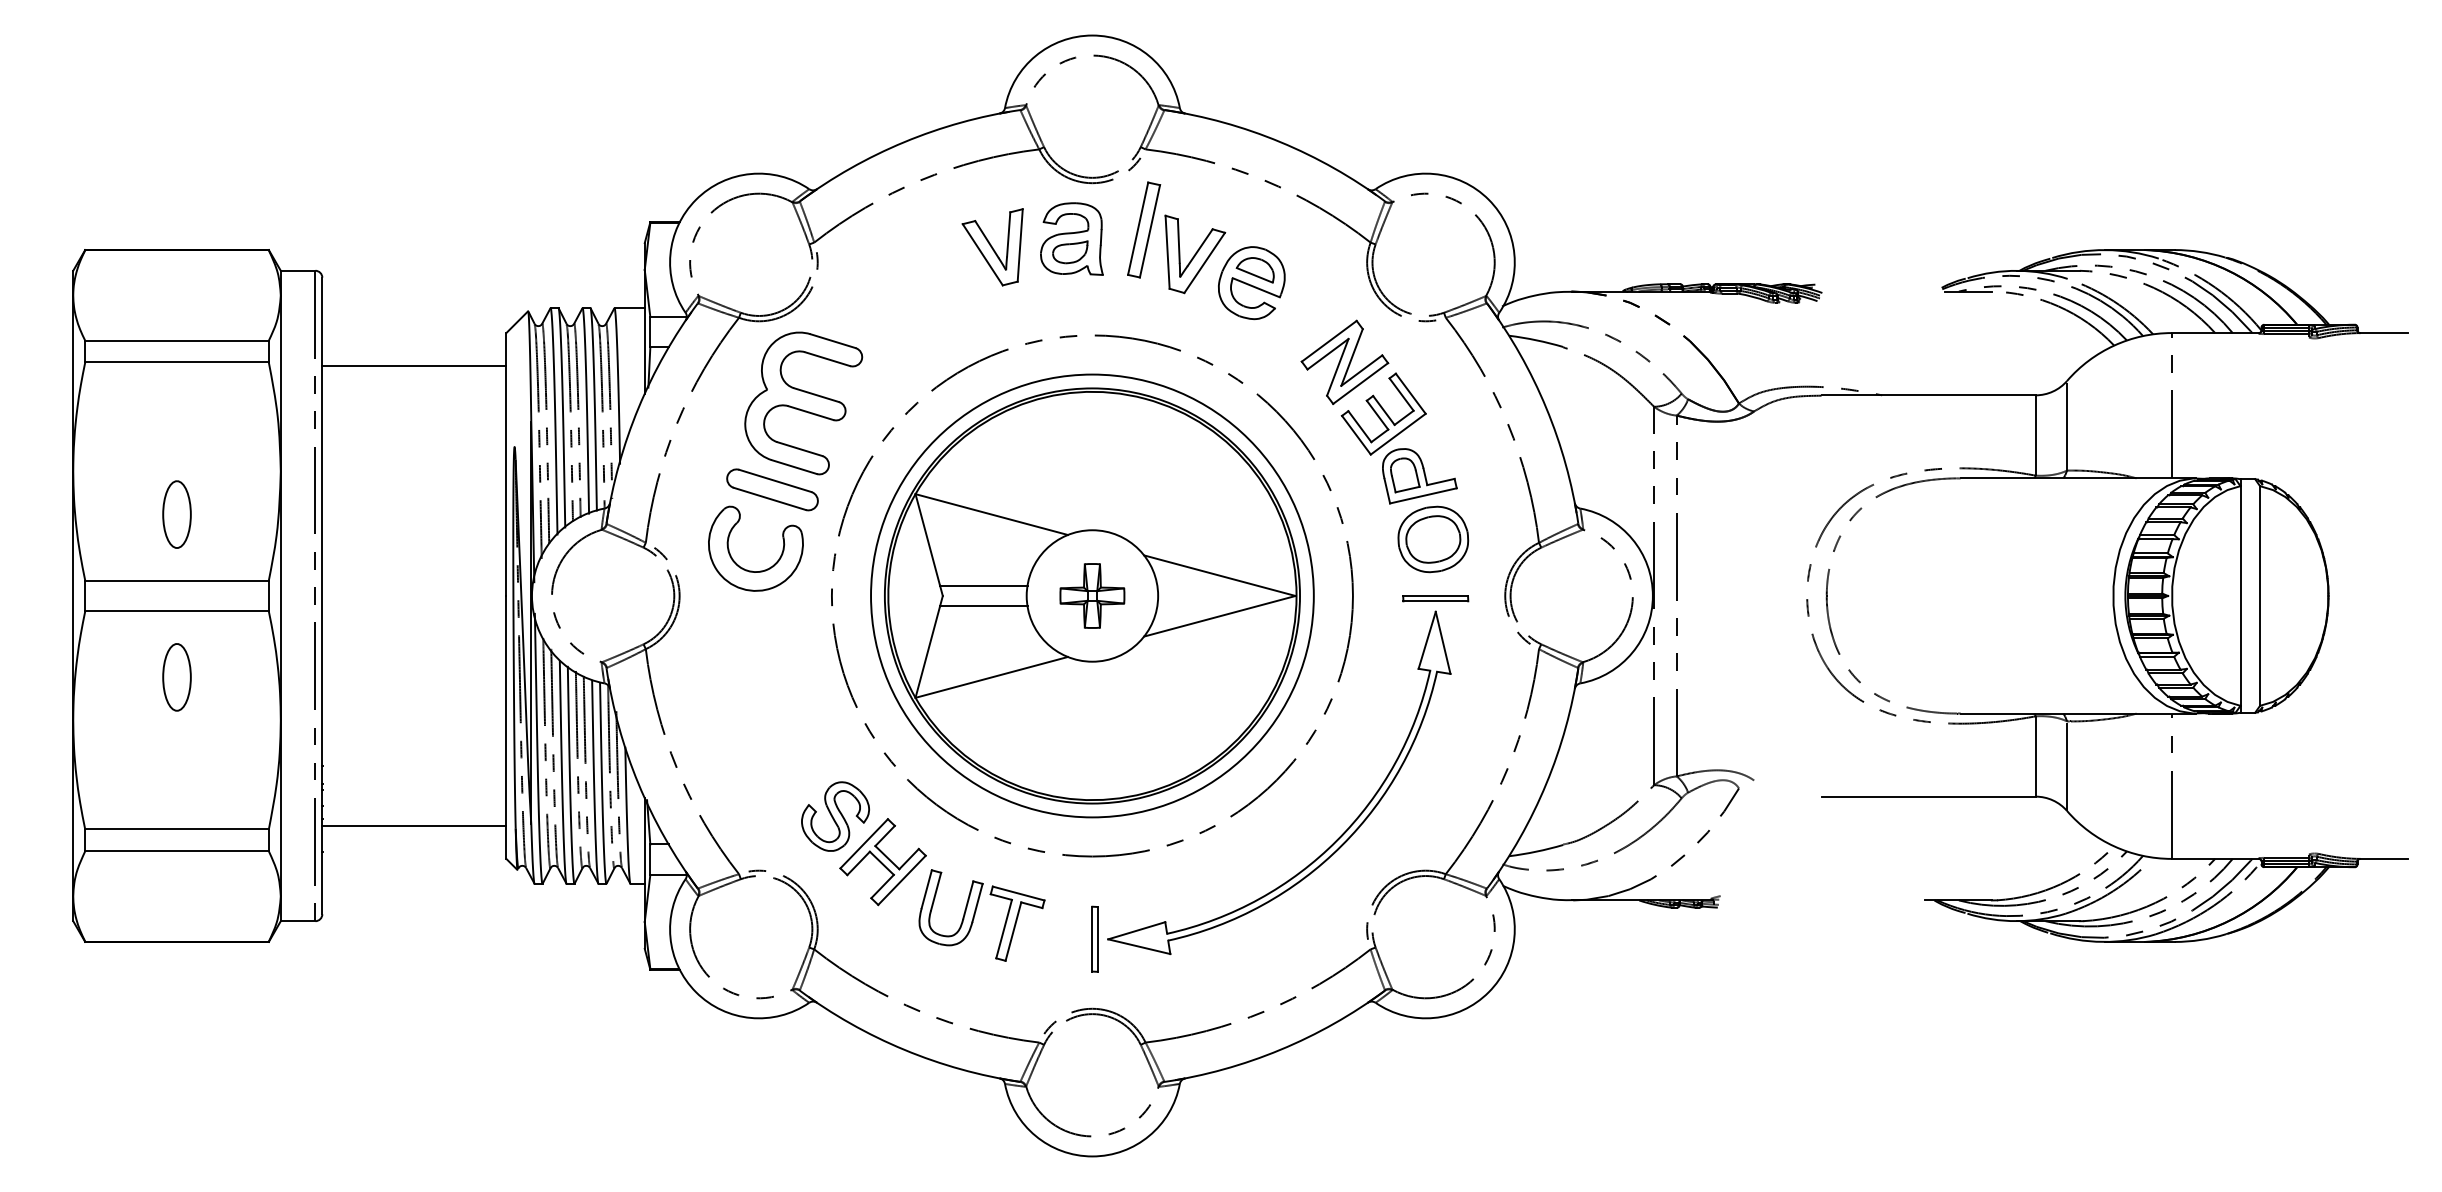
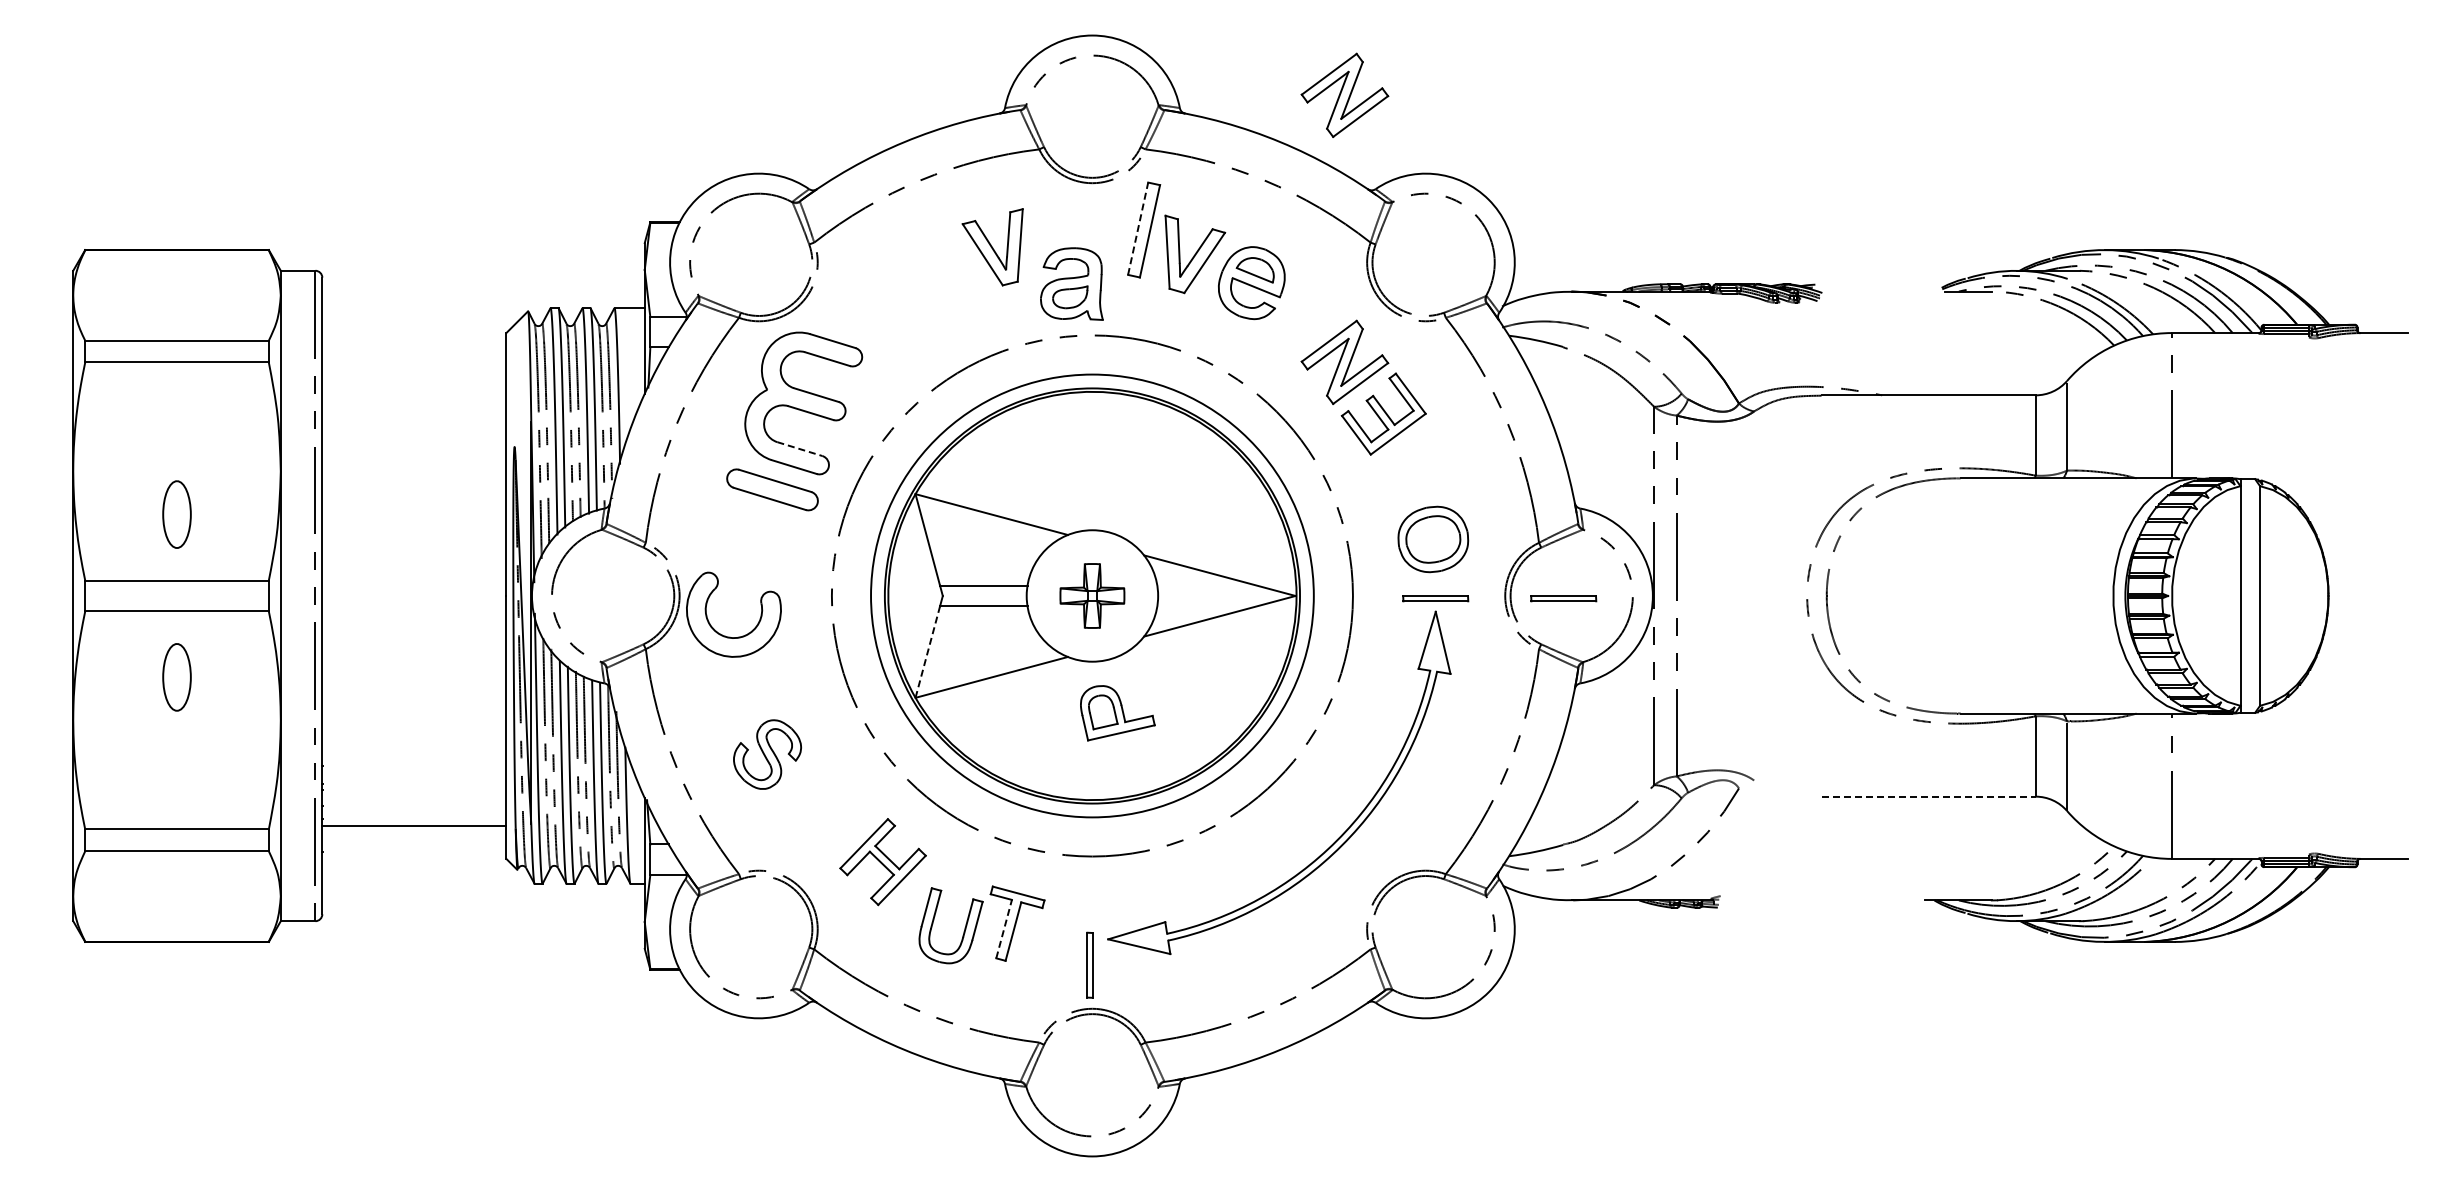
part at (1344, 94): none -> present
line at (1138, 228): solid -> dashed
part at (1071, 238) position: (1071, 238) -> (1071, 283)
line at (414, 366): present -> none
line at (799, 449): solid -> dashed
part at (1419, 476) position: (1419, 476) -> (1117, 713)
part at (752, 570) position: (752, 570) -> (730, 636)
part at (1563, 598): none -> present
line at (927, 651): solid -> dashed
line at (1928, 796): solid -> dashed
part at (835, 816) position: (835, 816) -> (767, 754)
part at (964, 909) position: (964, 909) -> (964, 927)
line at (1004, 928): solid -> dashed
part at (1094, 938) position: (1094, 938) -> (1089, 964)
